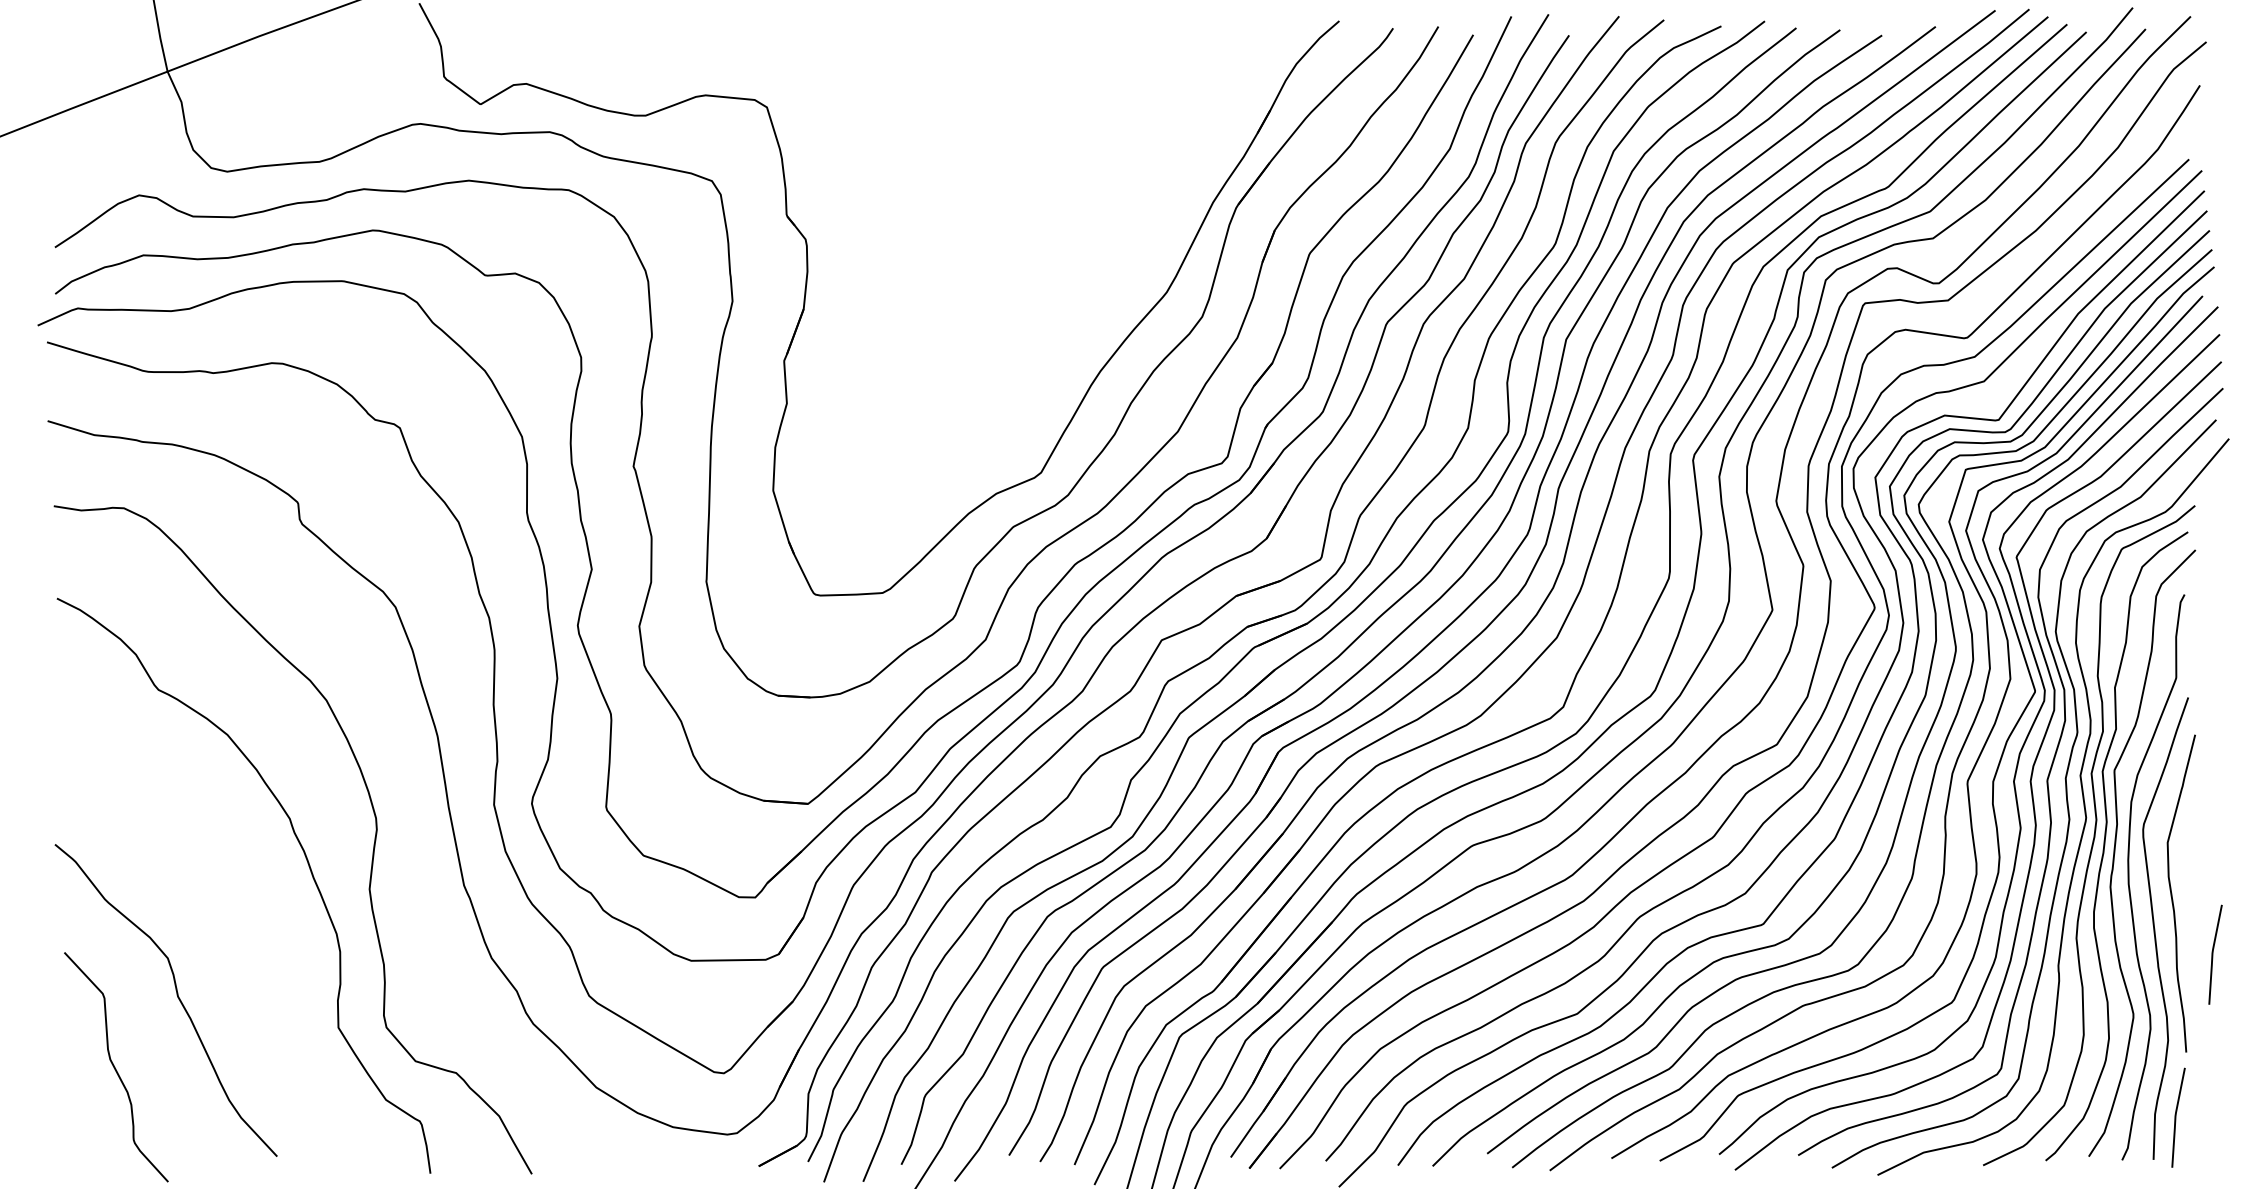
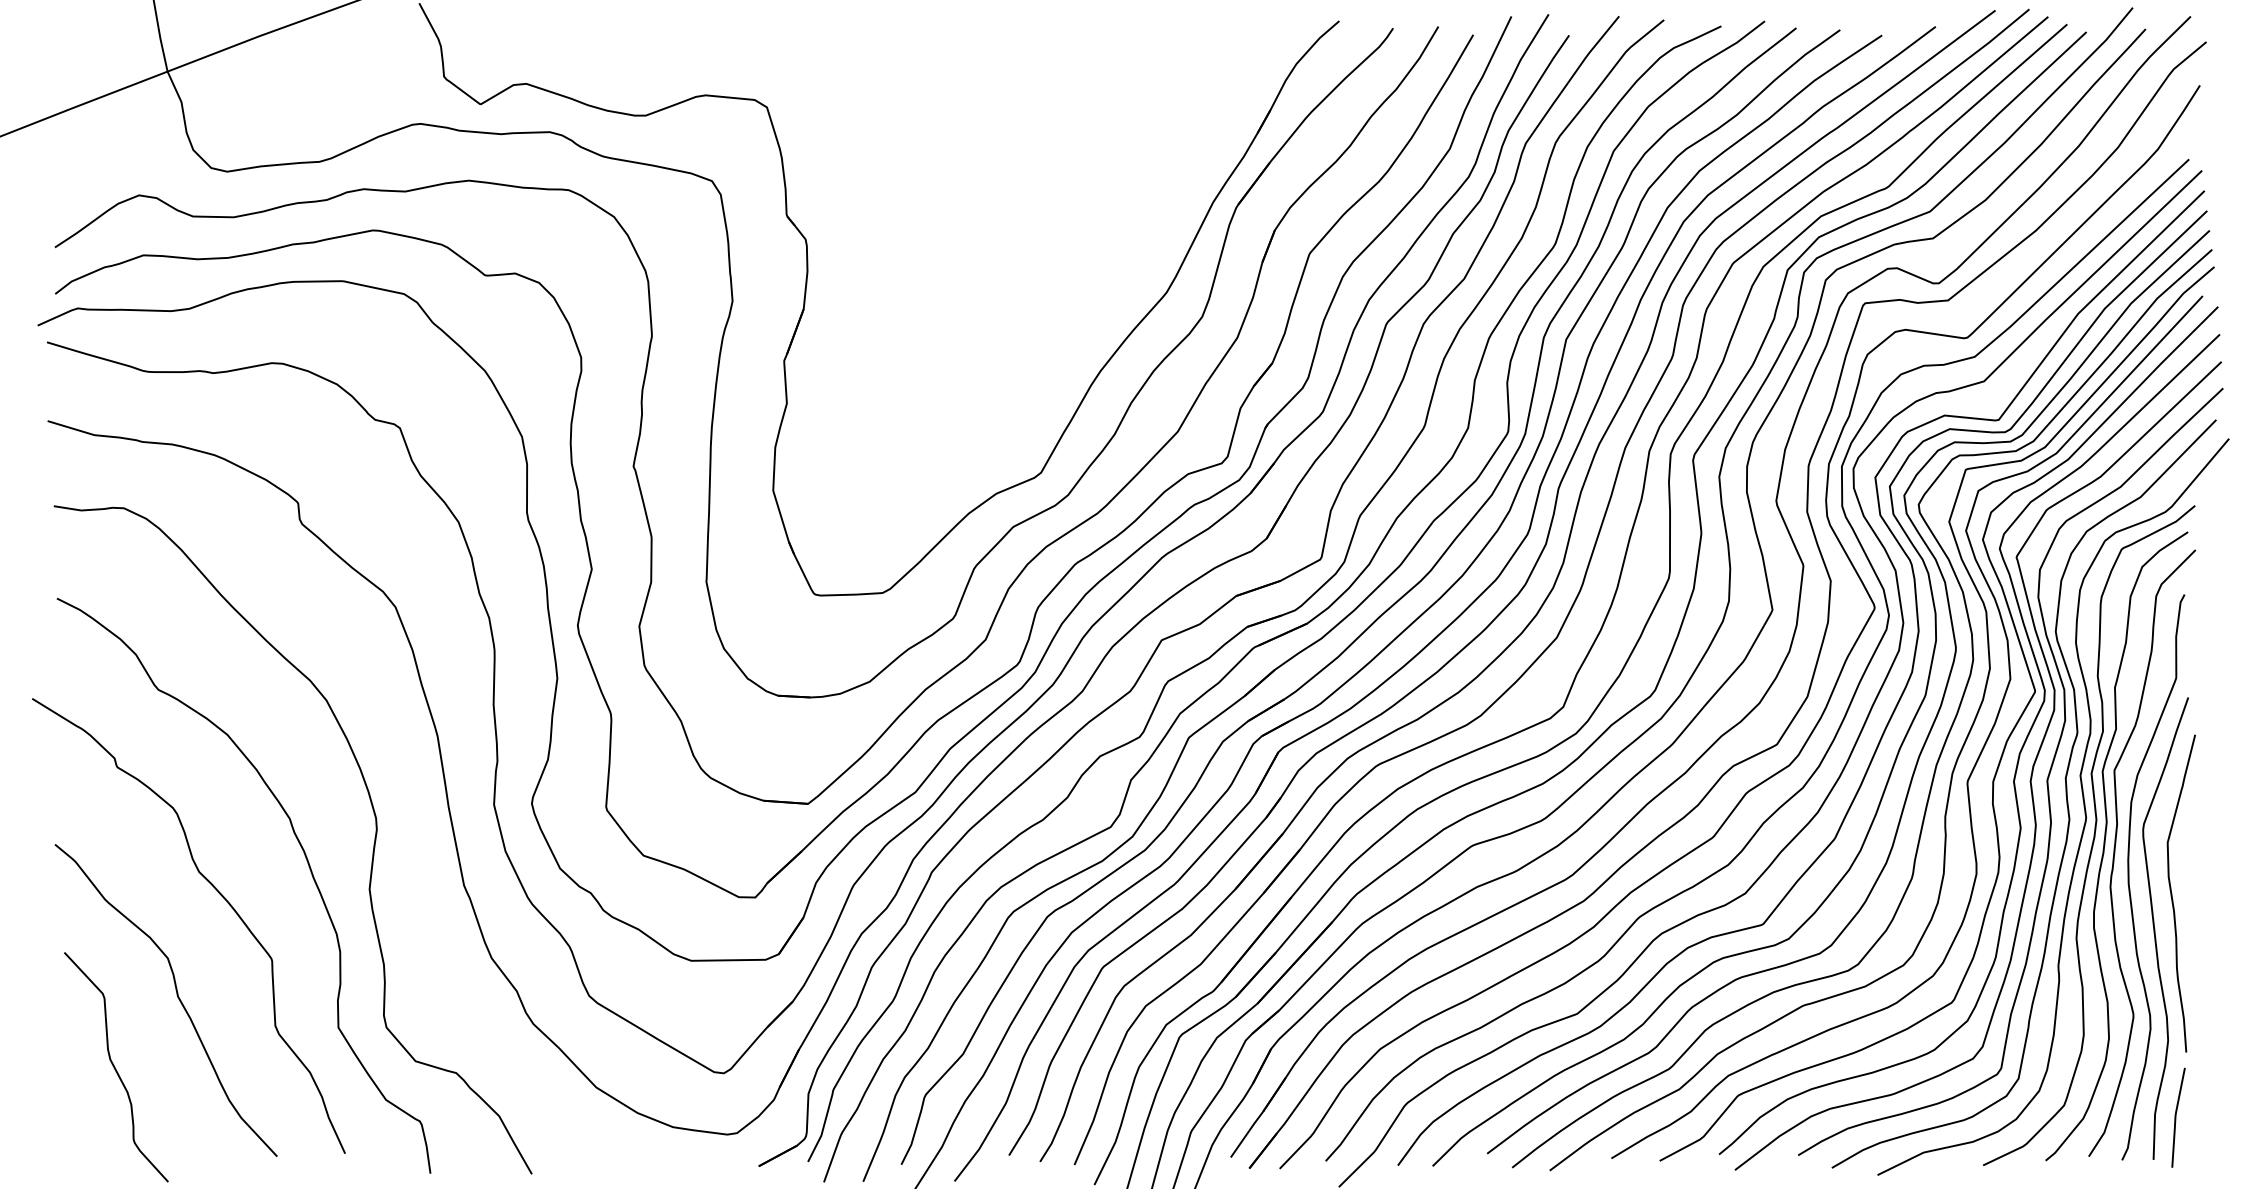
curve at (219, 894): none -> present
line at (2213, 954): present -> none
